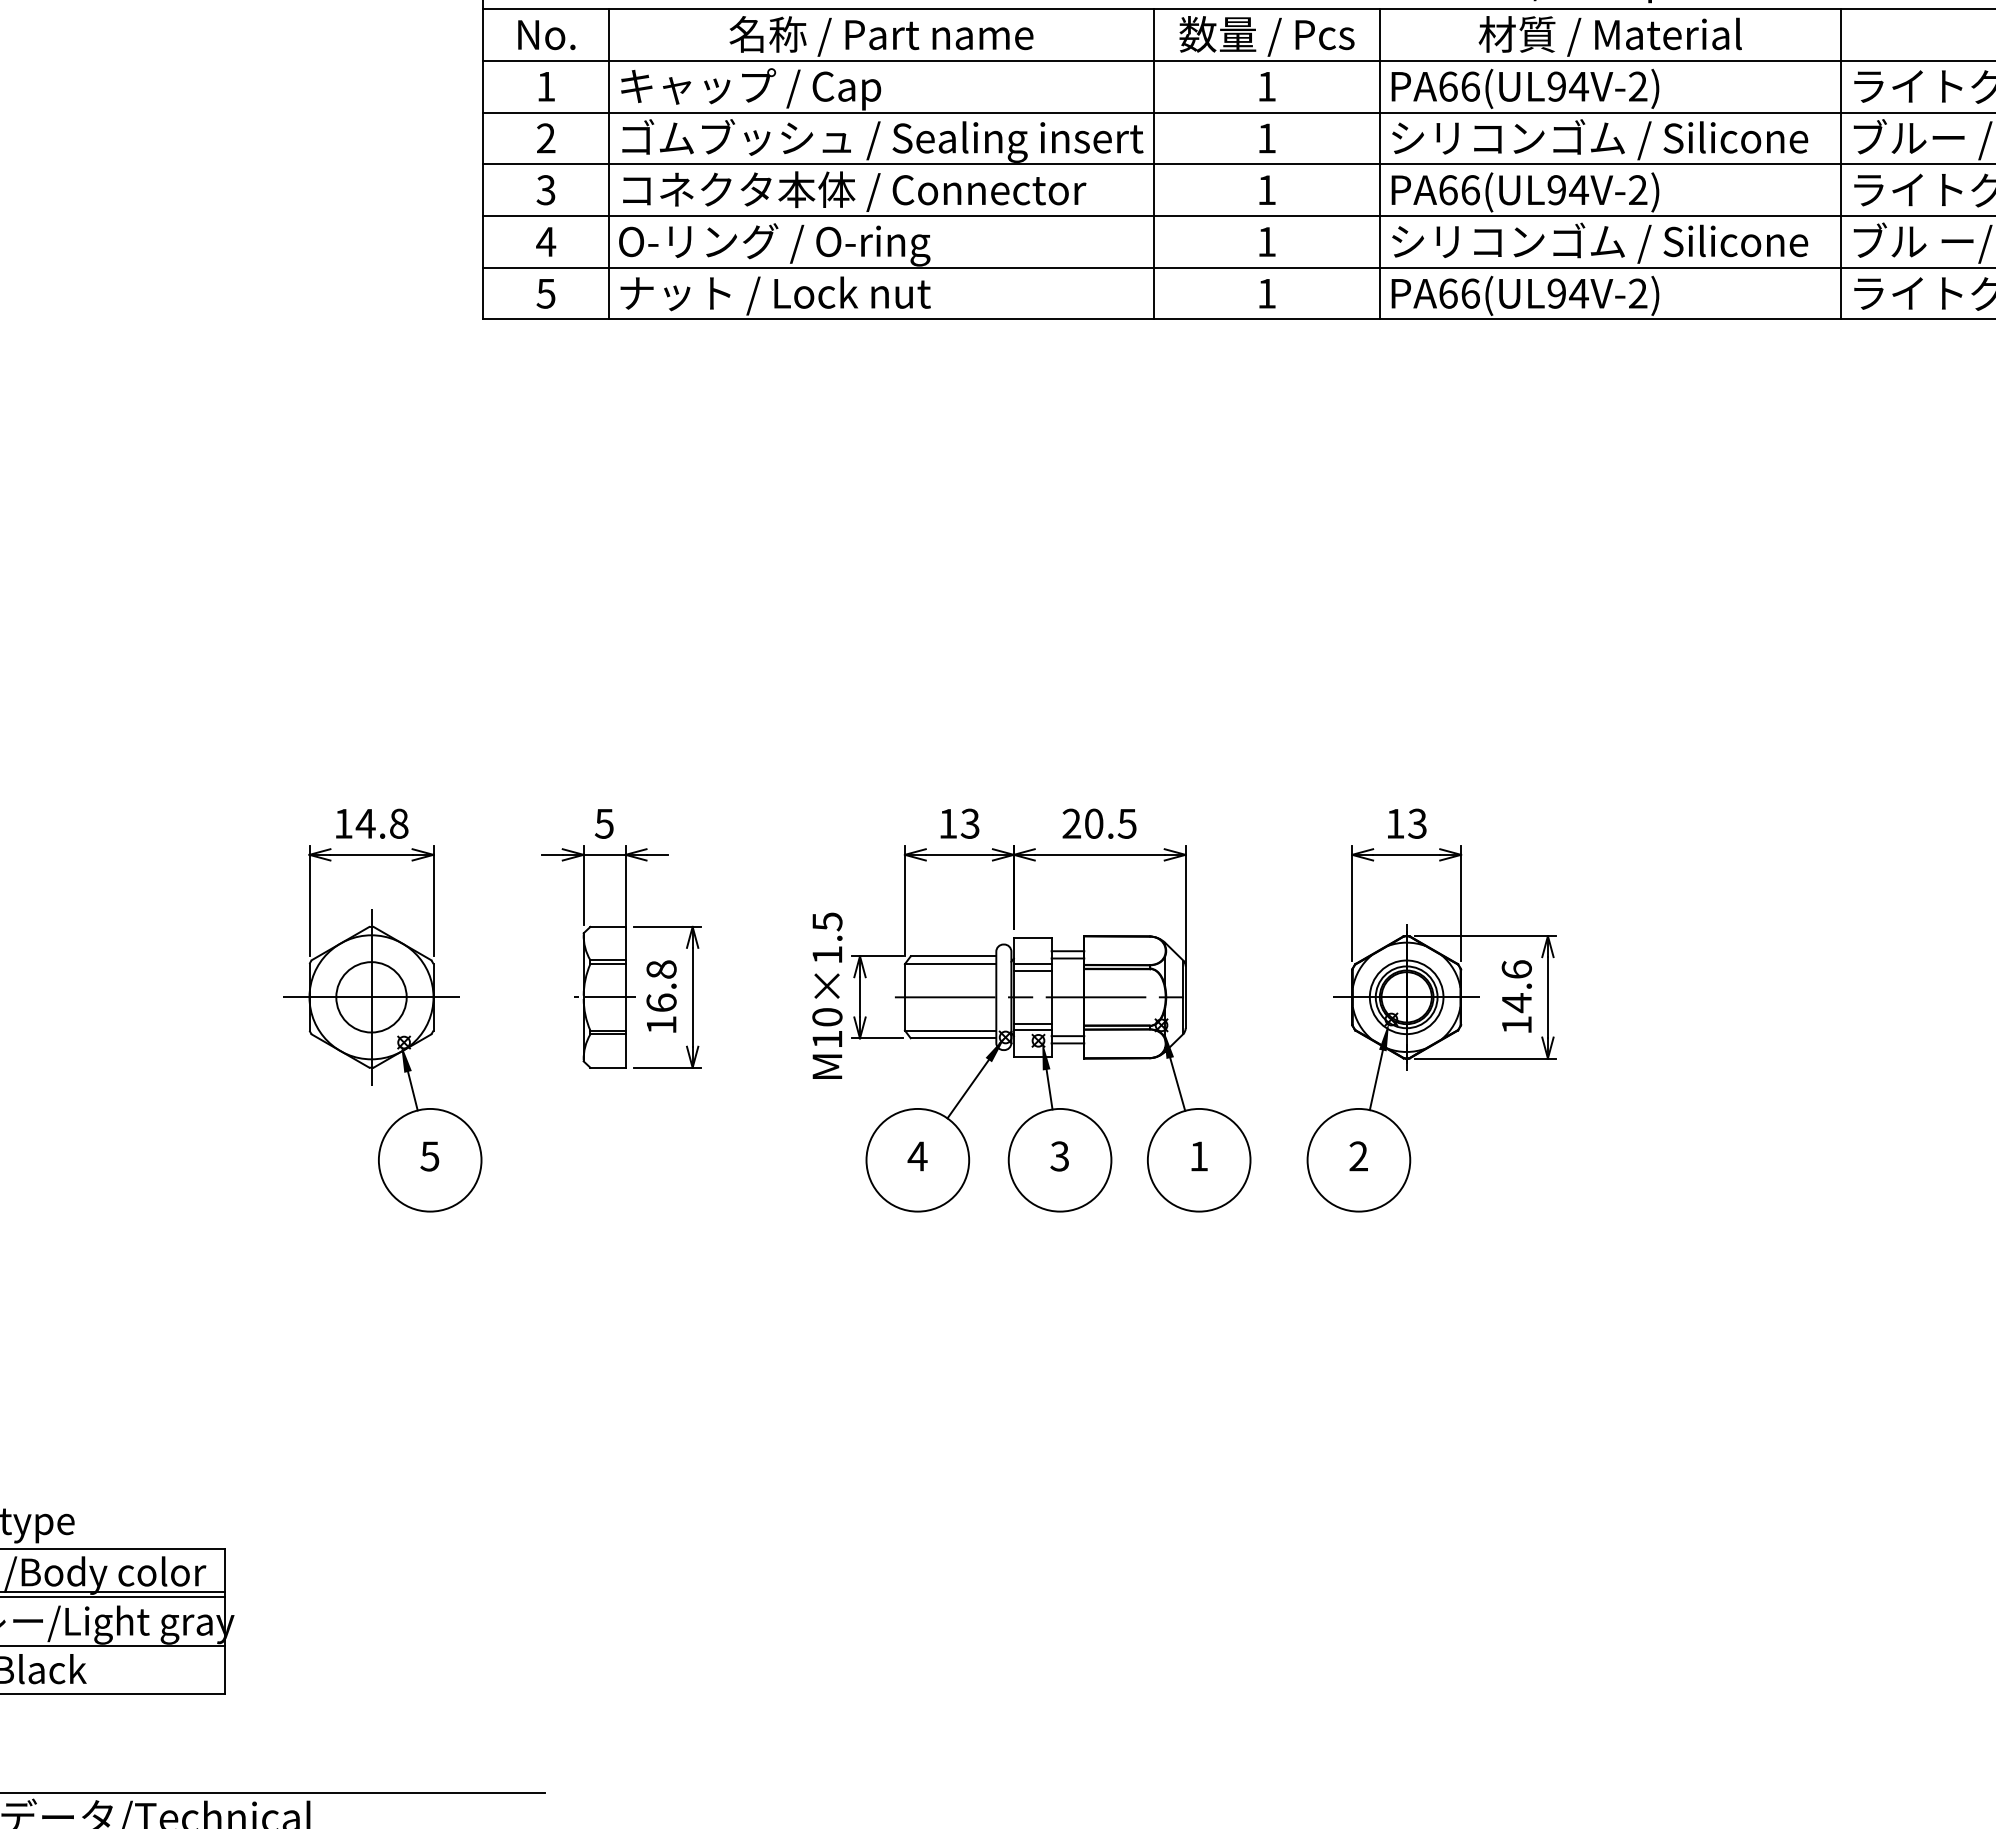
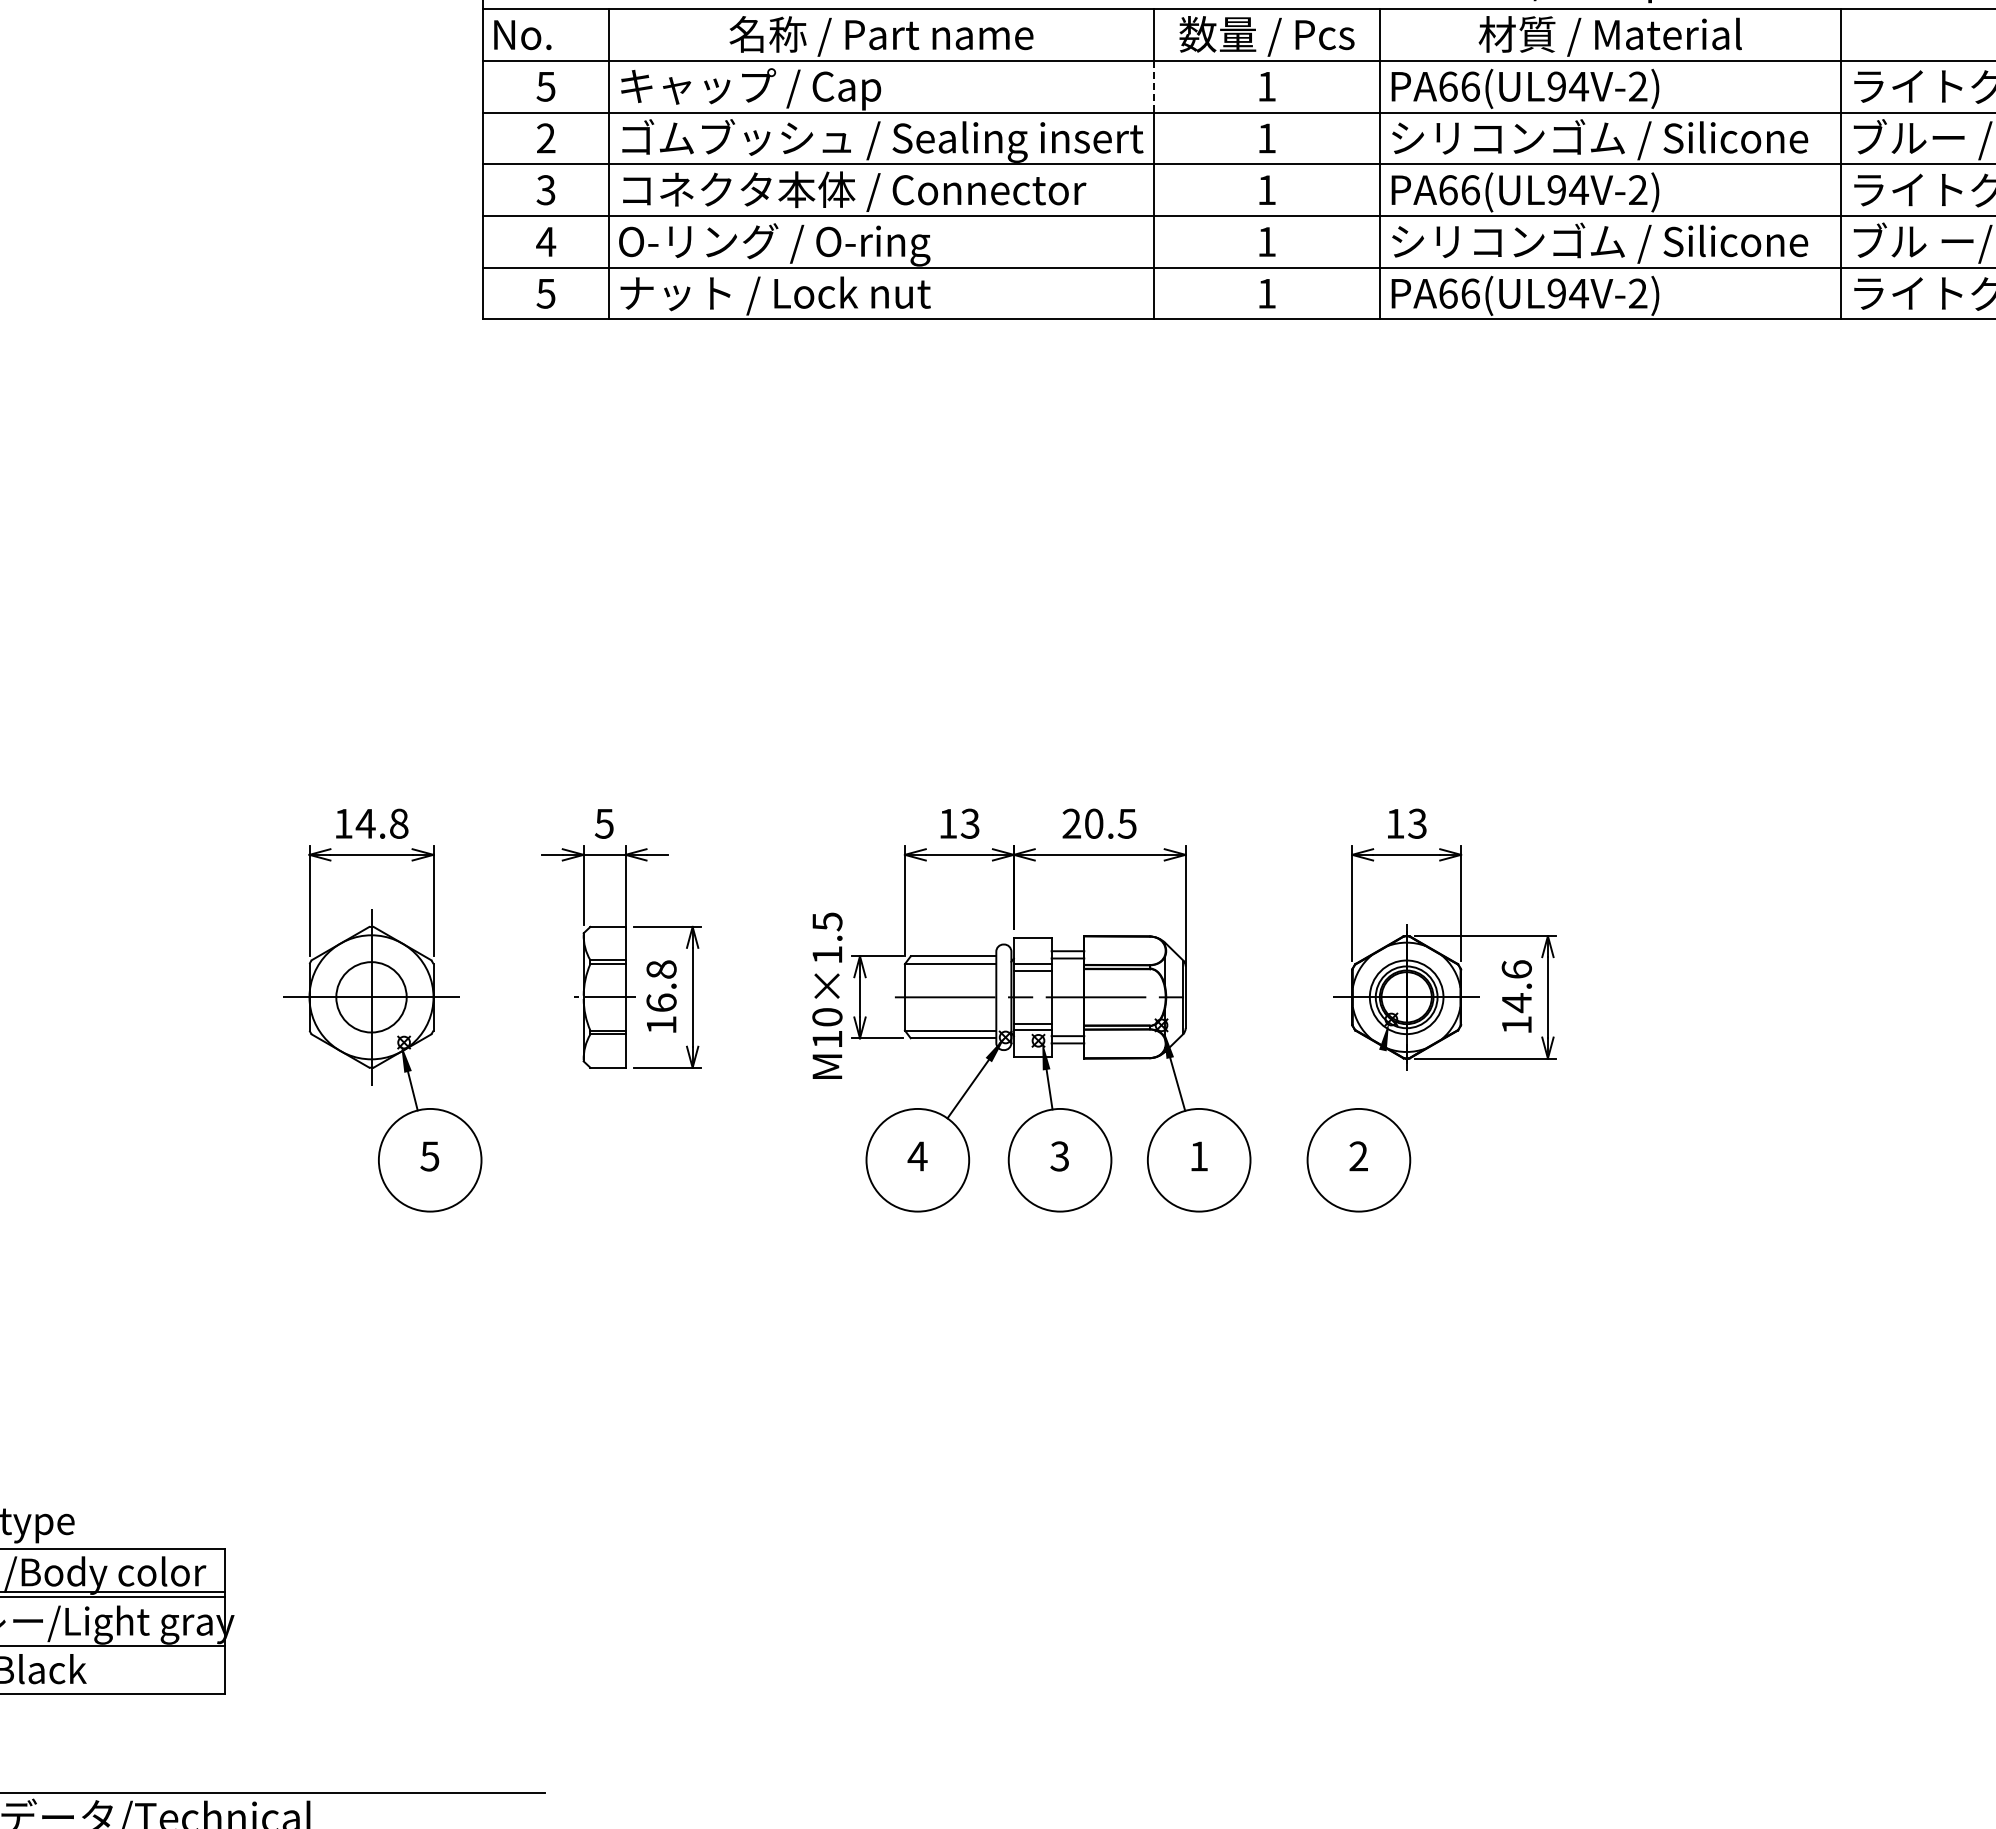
text at (546, 35) position: (546, 35) -> (522, 35)
text at (545, 86): 1 -> 5
line at (1153, 86): solid -> dashed
line at (1375, 1080): present -> none
